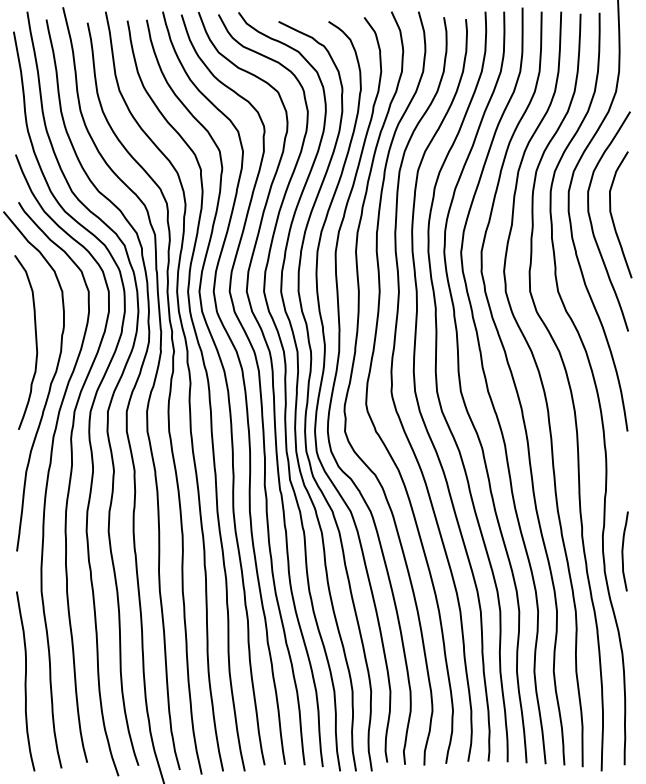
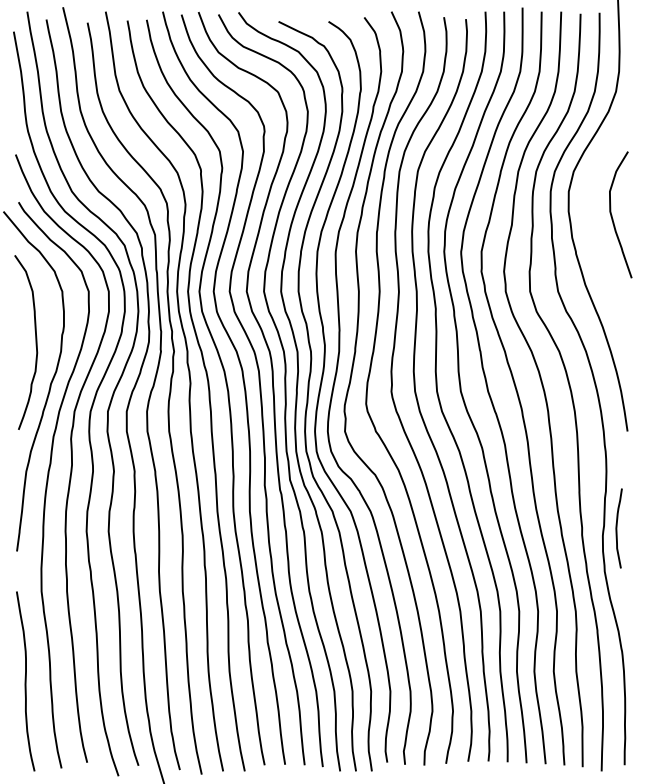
curve at (592, 223): present -> none
curve at (623, 551) position: (623, 551) -> (617, 528)
